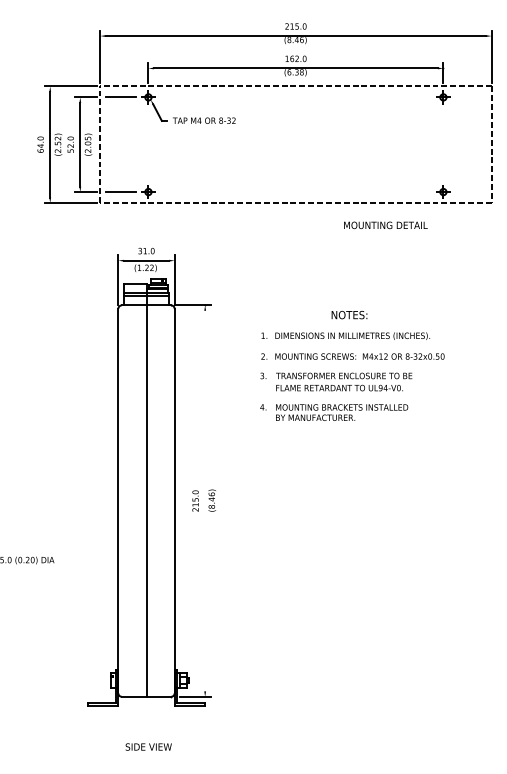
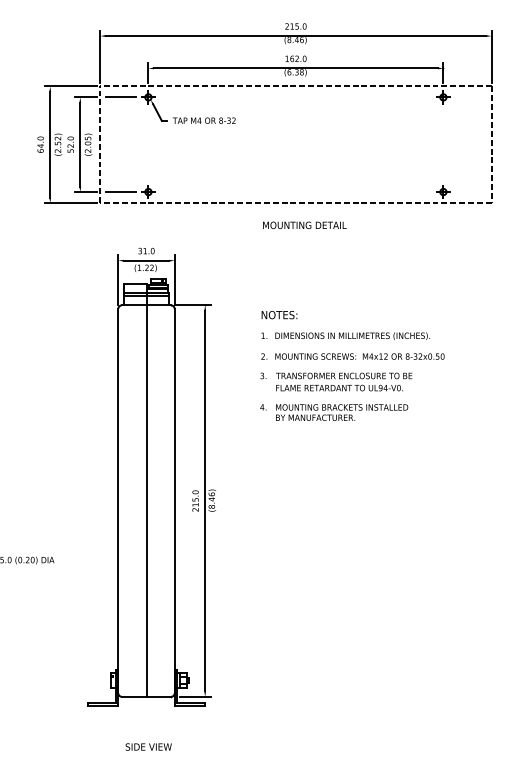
text at (385, 225) position: (385, 225) -> (304, 225)
text at (349, 315) position: (349, 315) -> (279, 315)
line at (205, 500): none -> present
